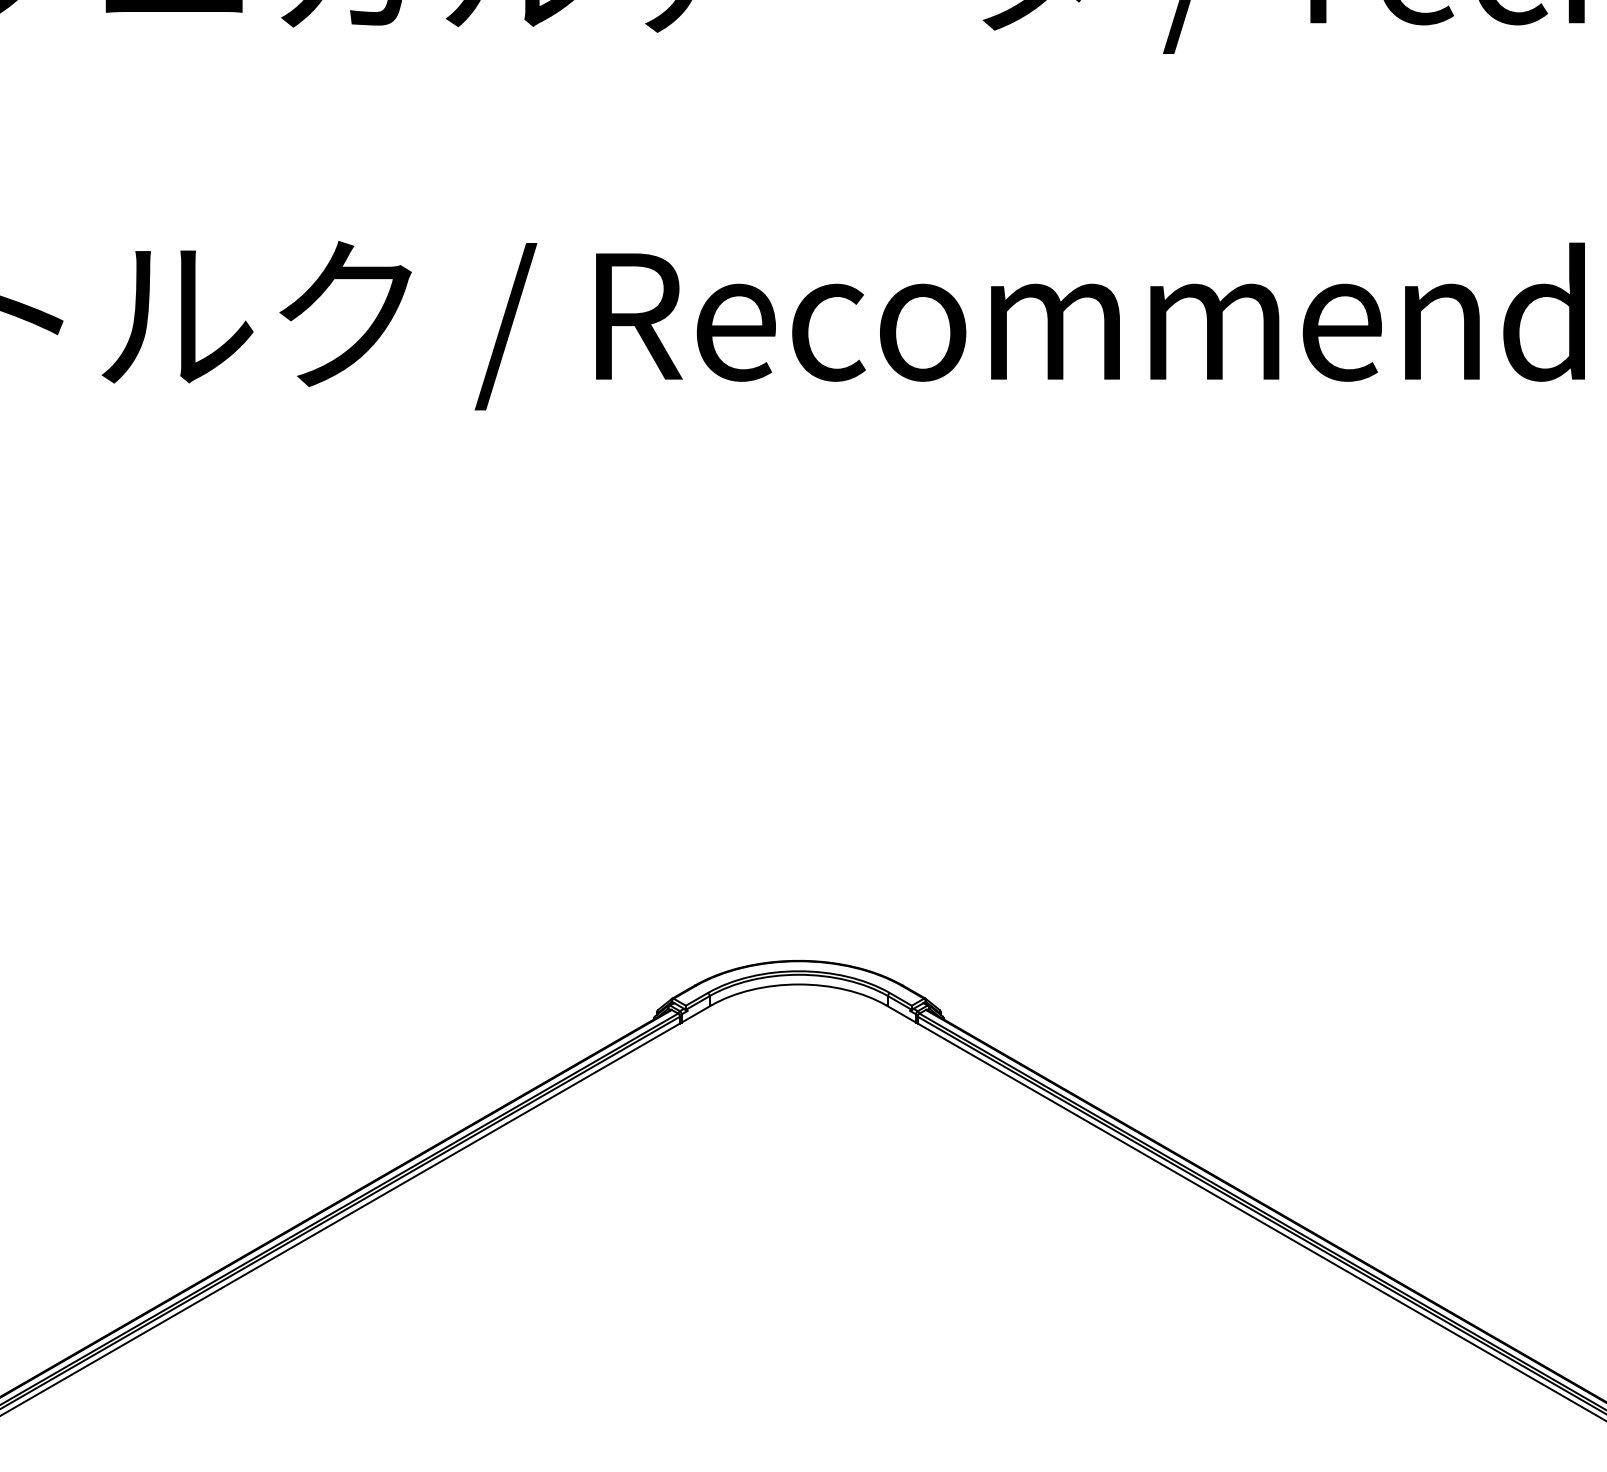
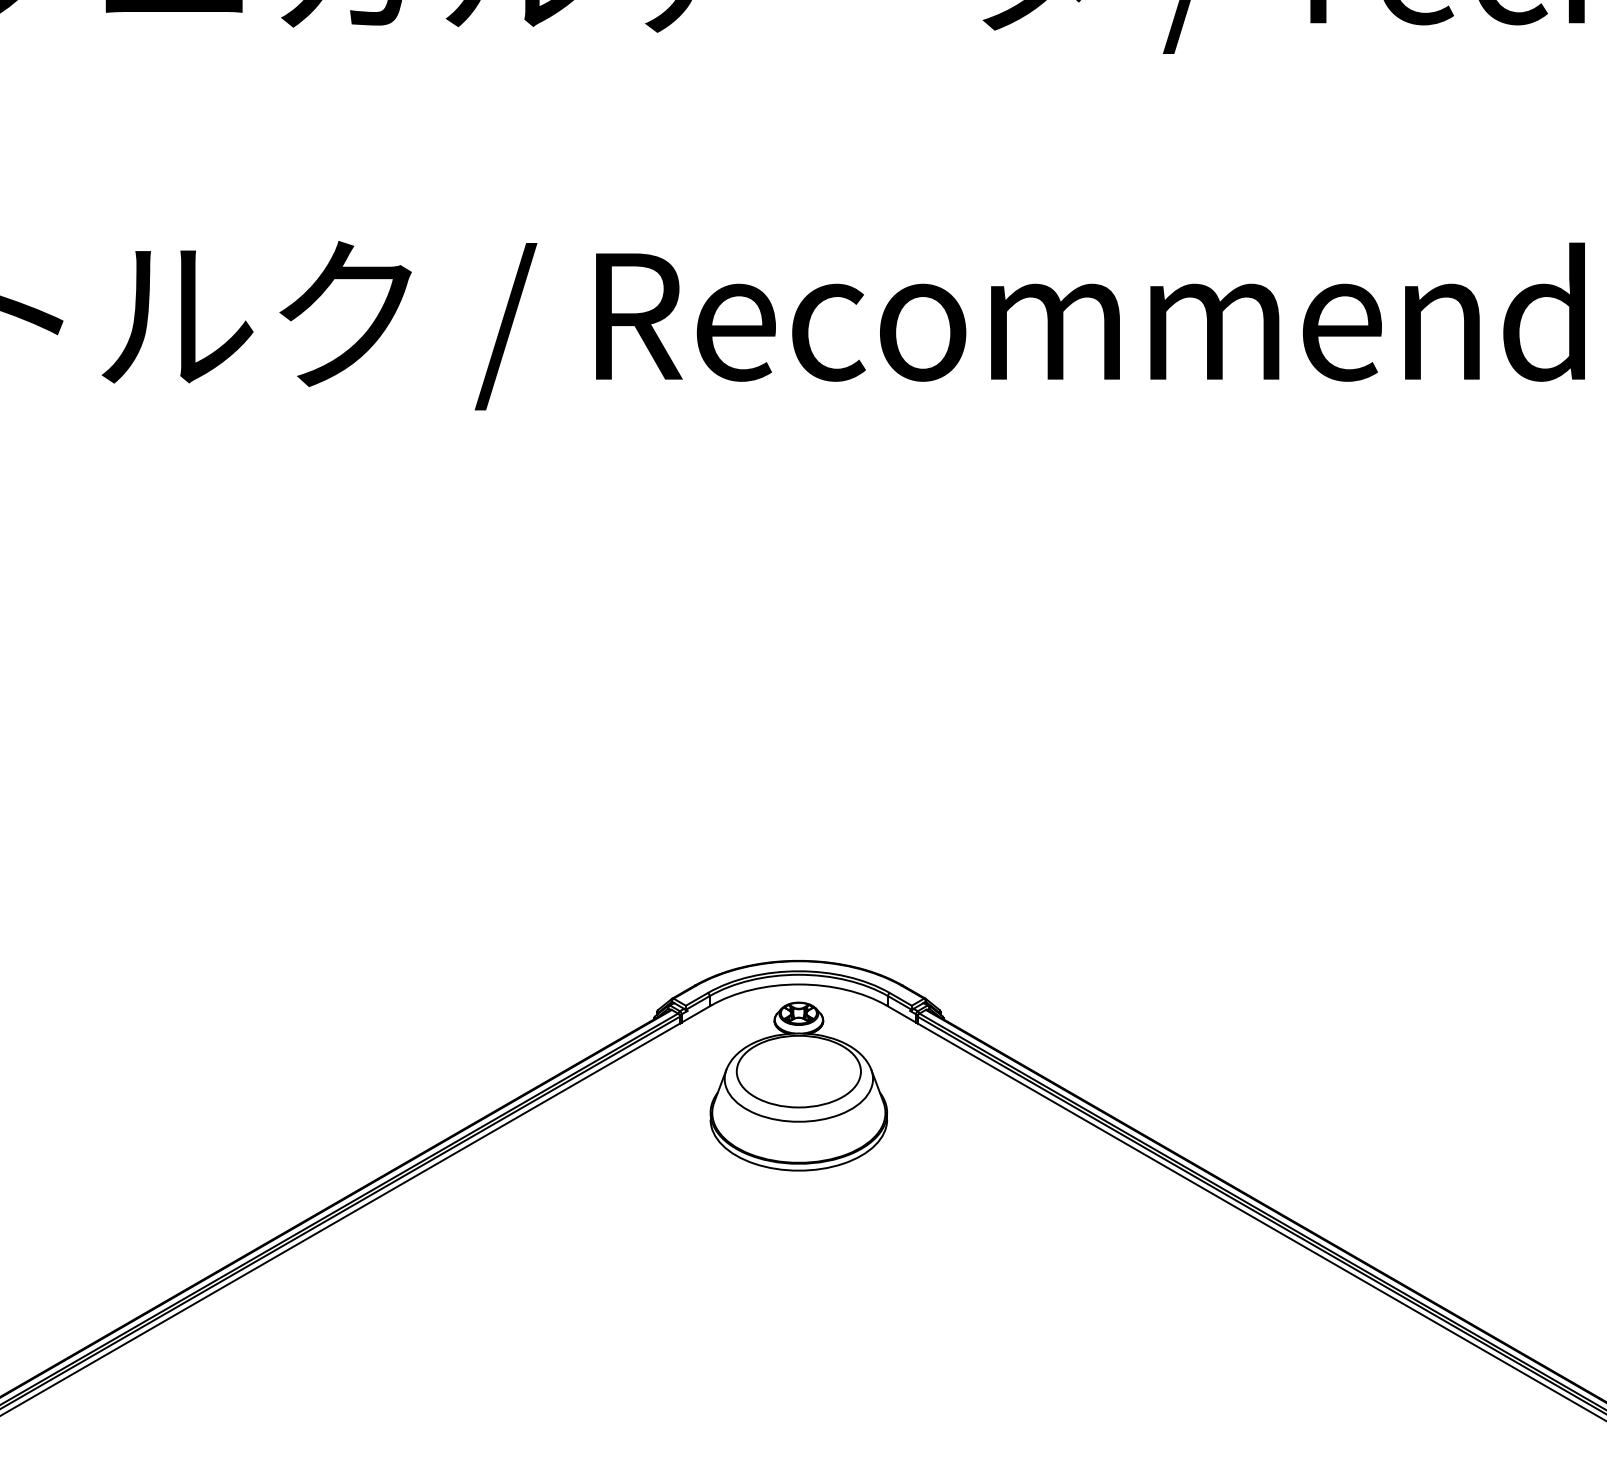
part at (798, 1086): none -> present
